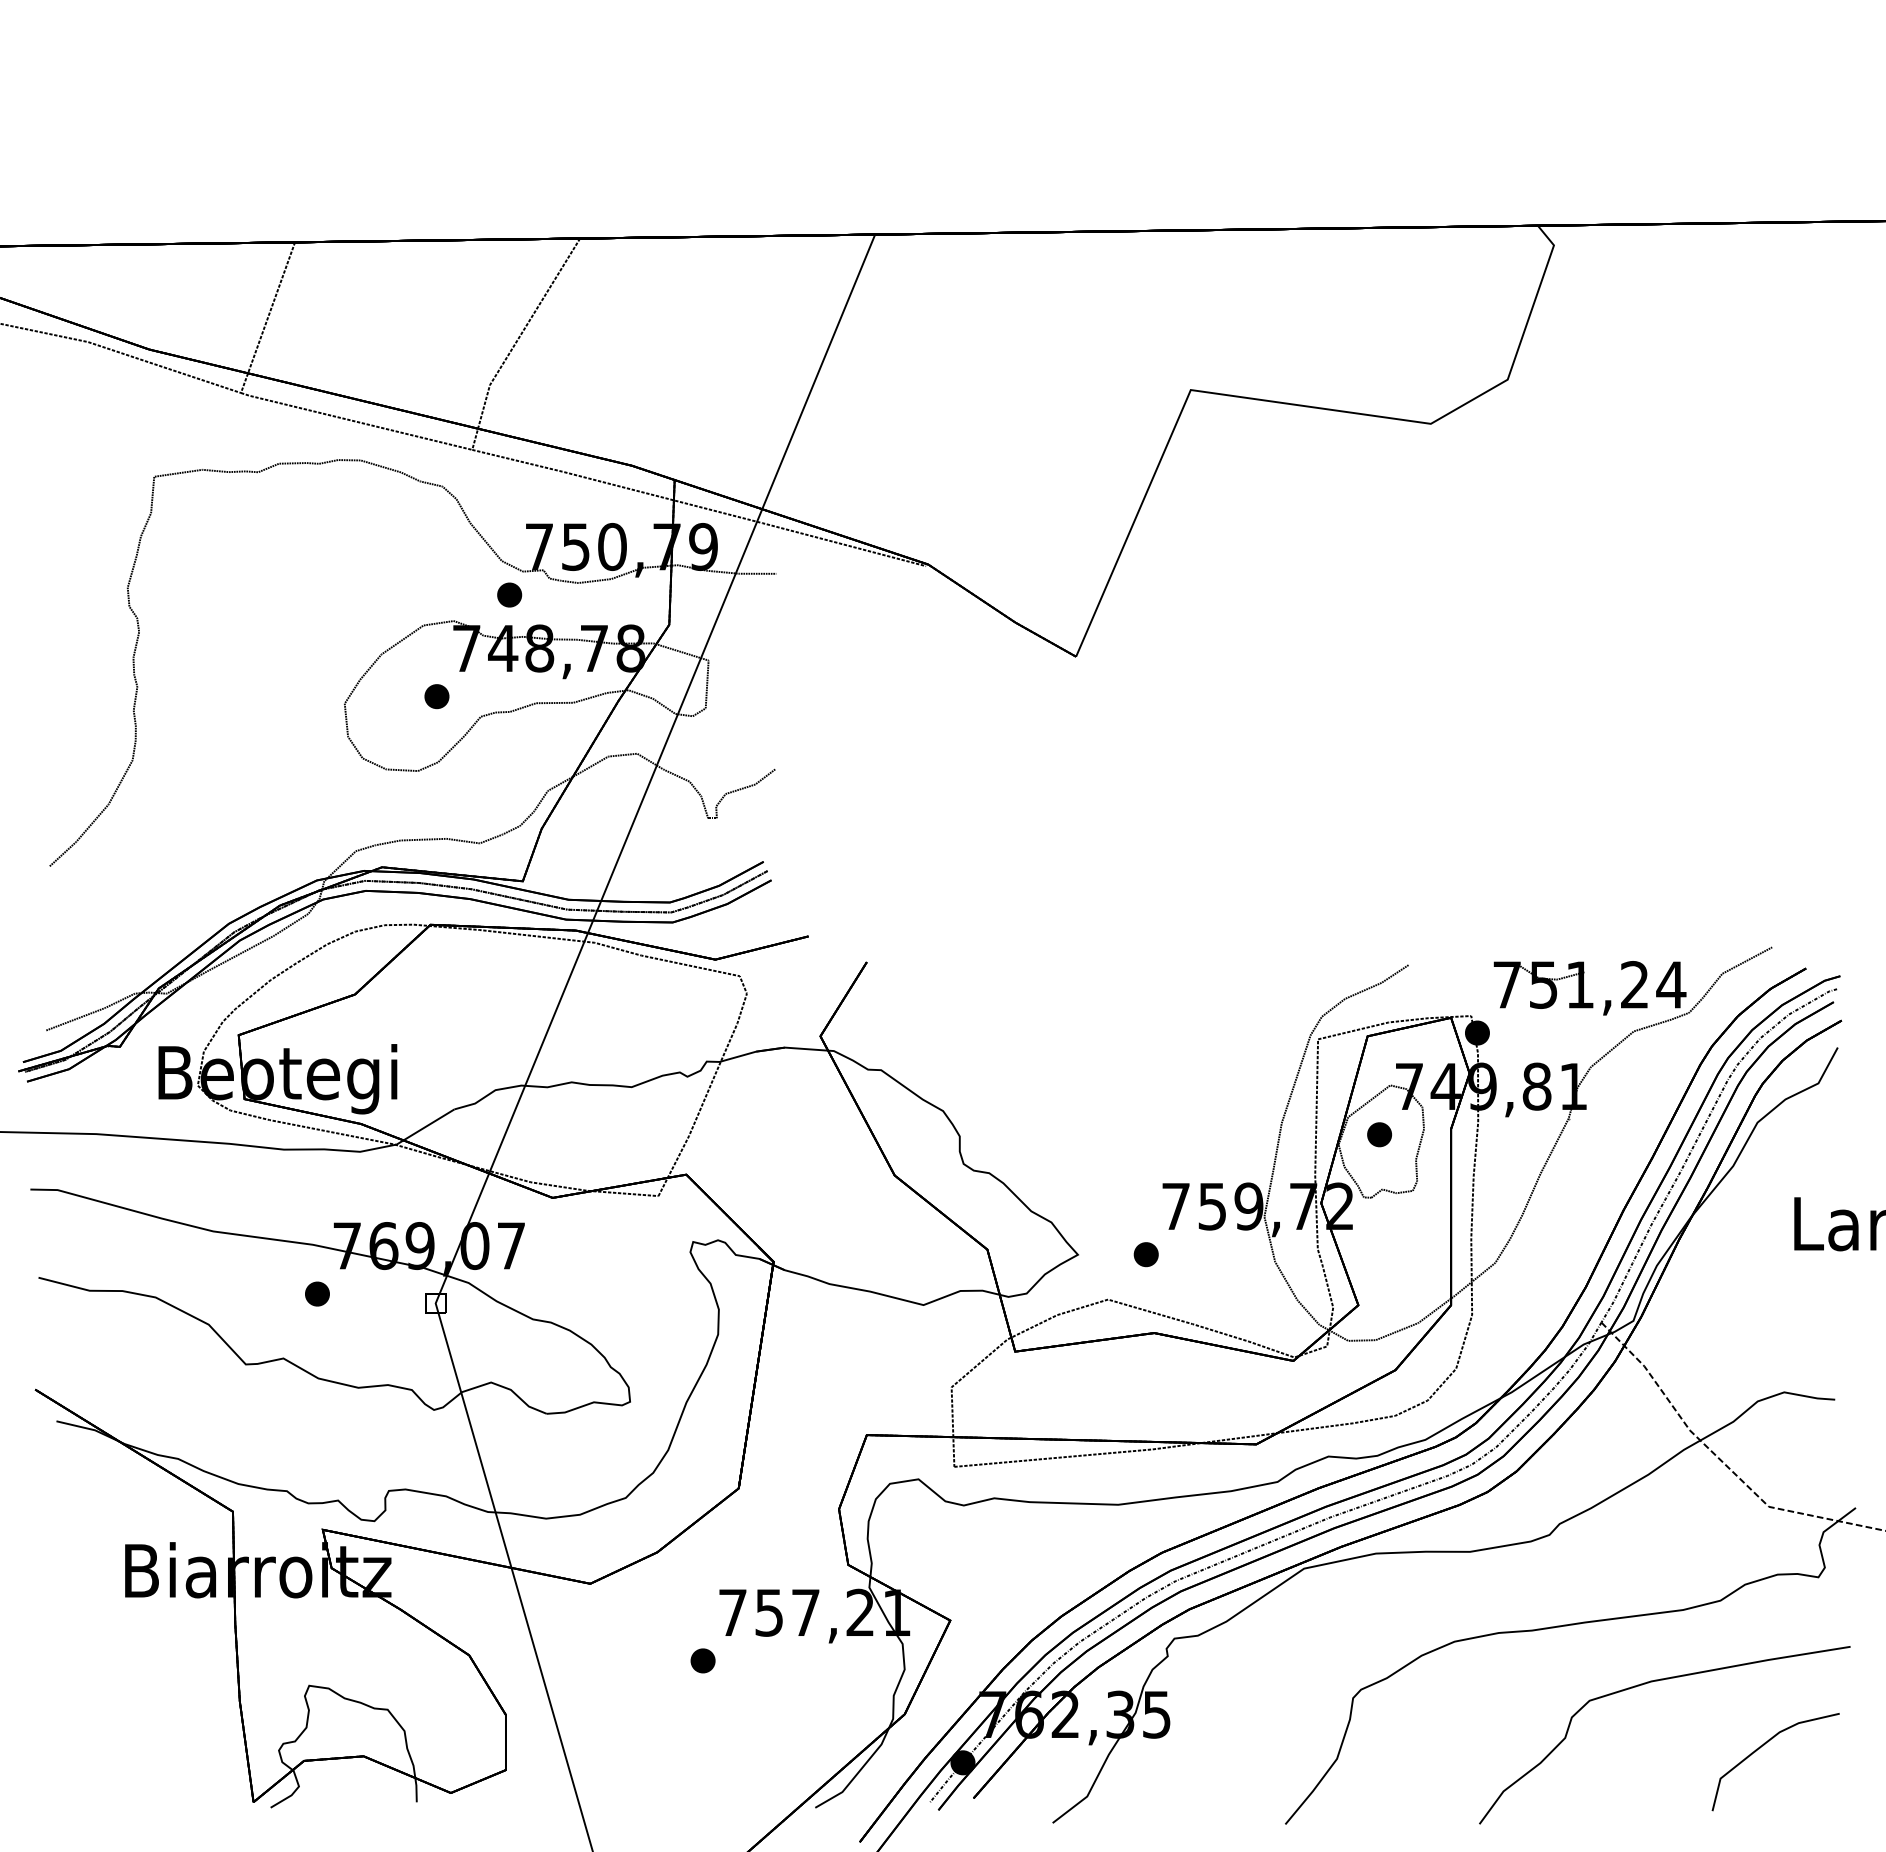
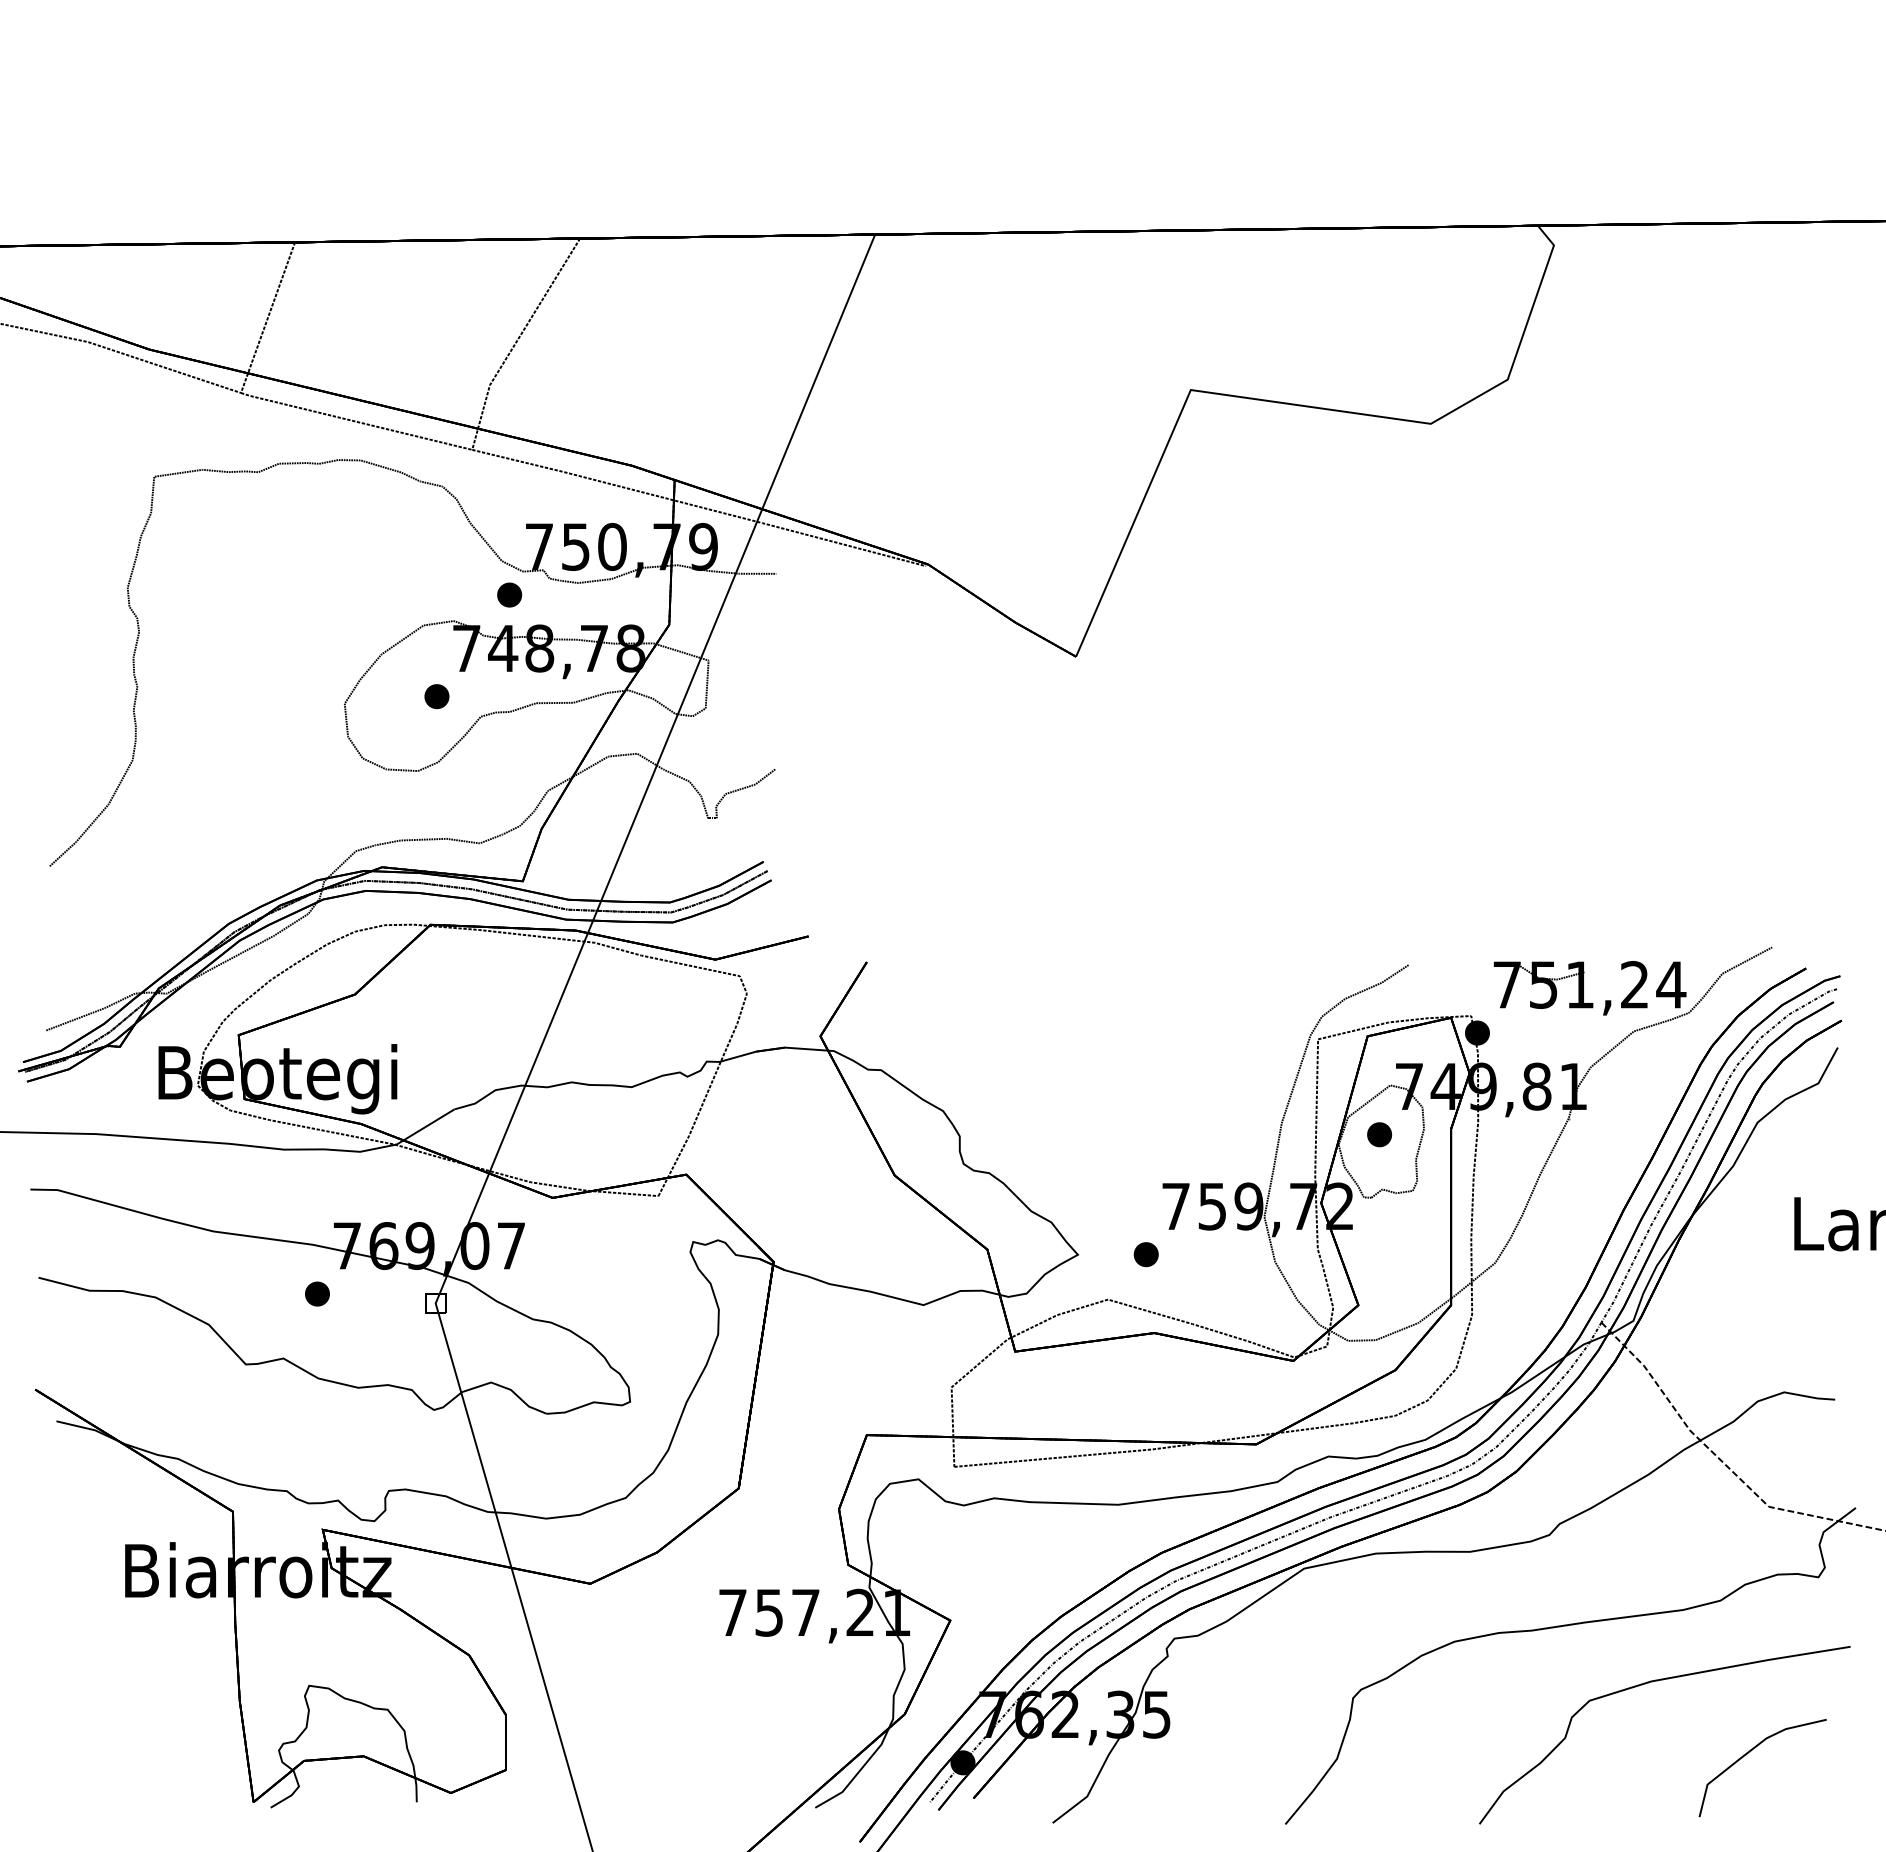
part at (702, 1660): present -> none
curve at (1764, 1745) position: (1764, 1745) -> (1751, 1751)
